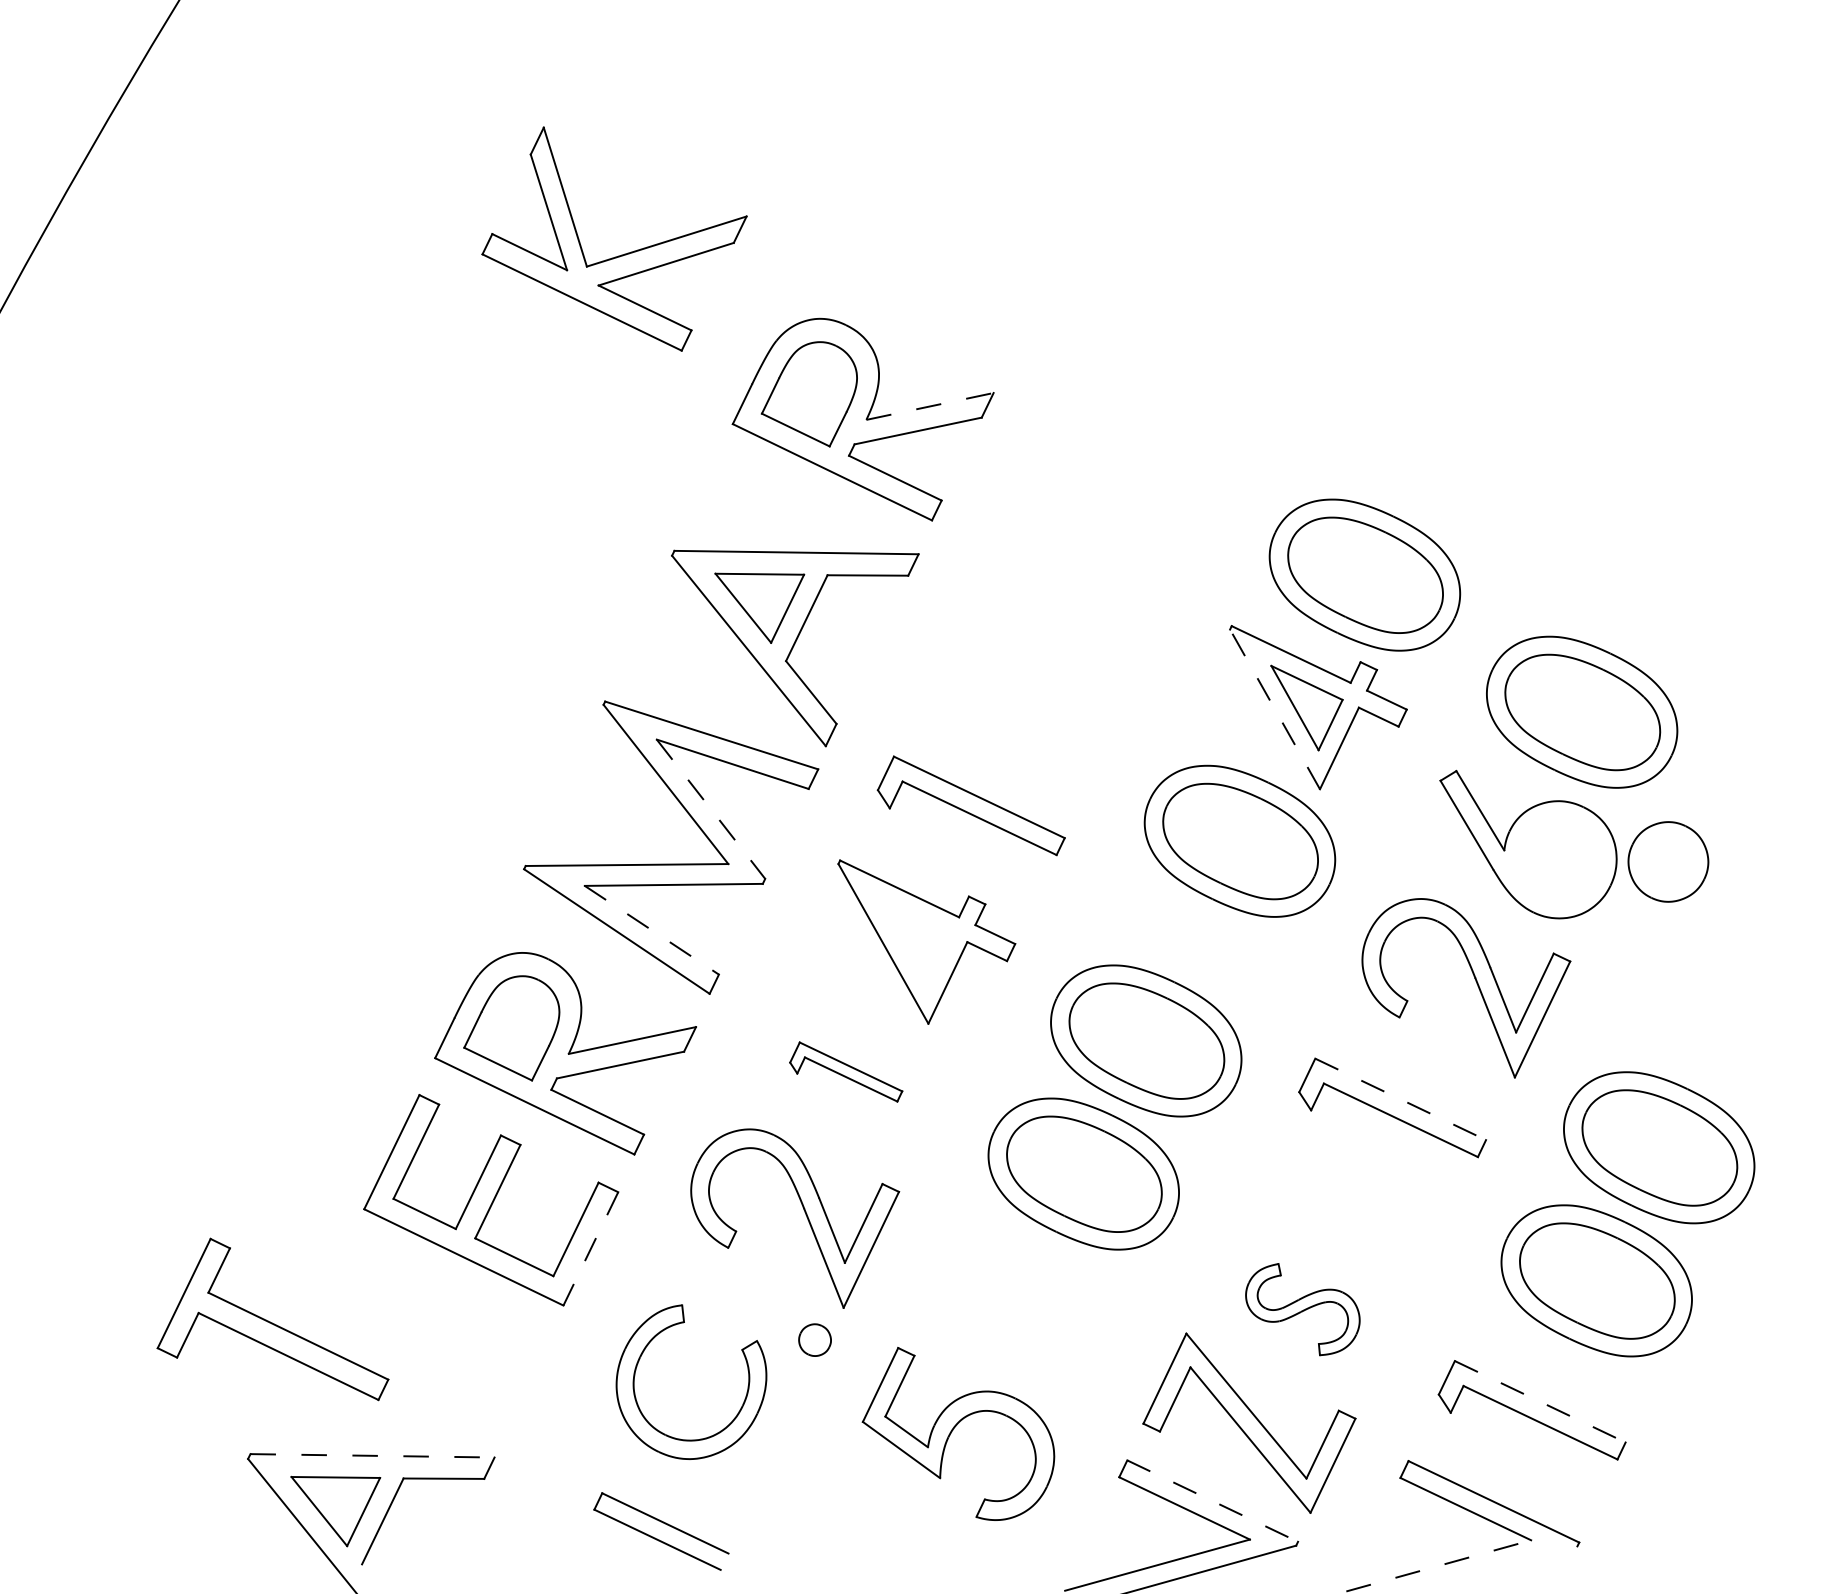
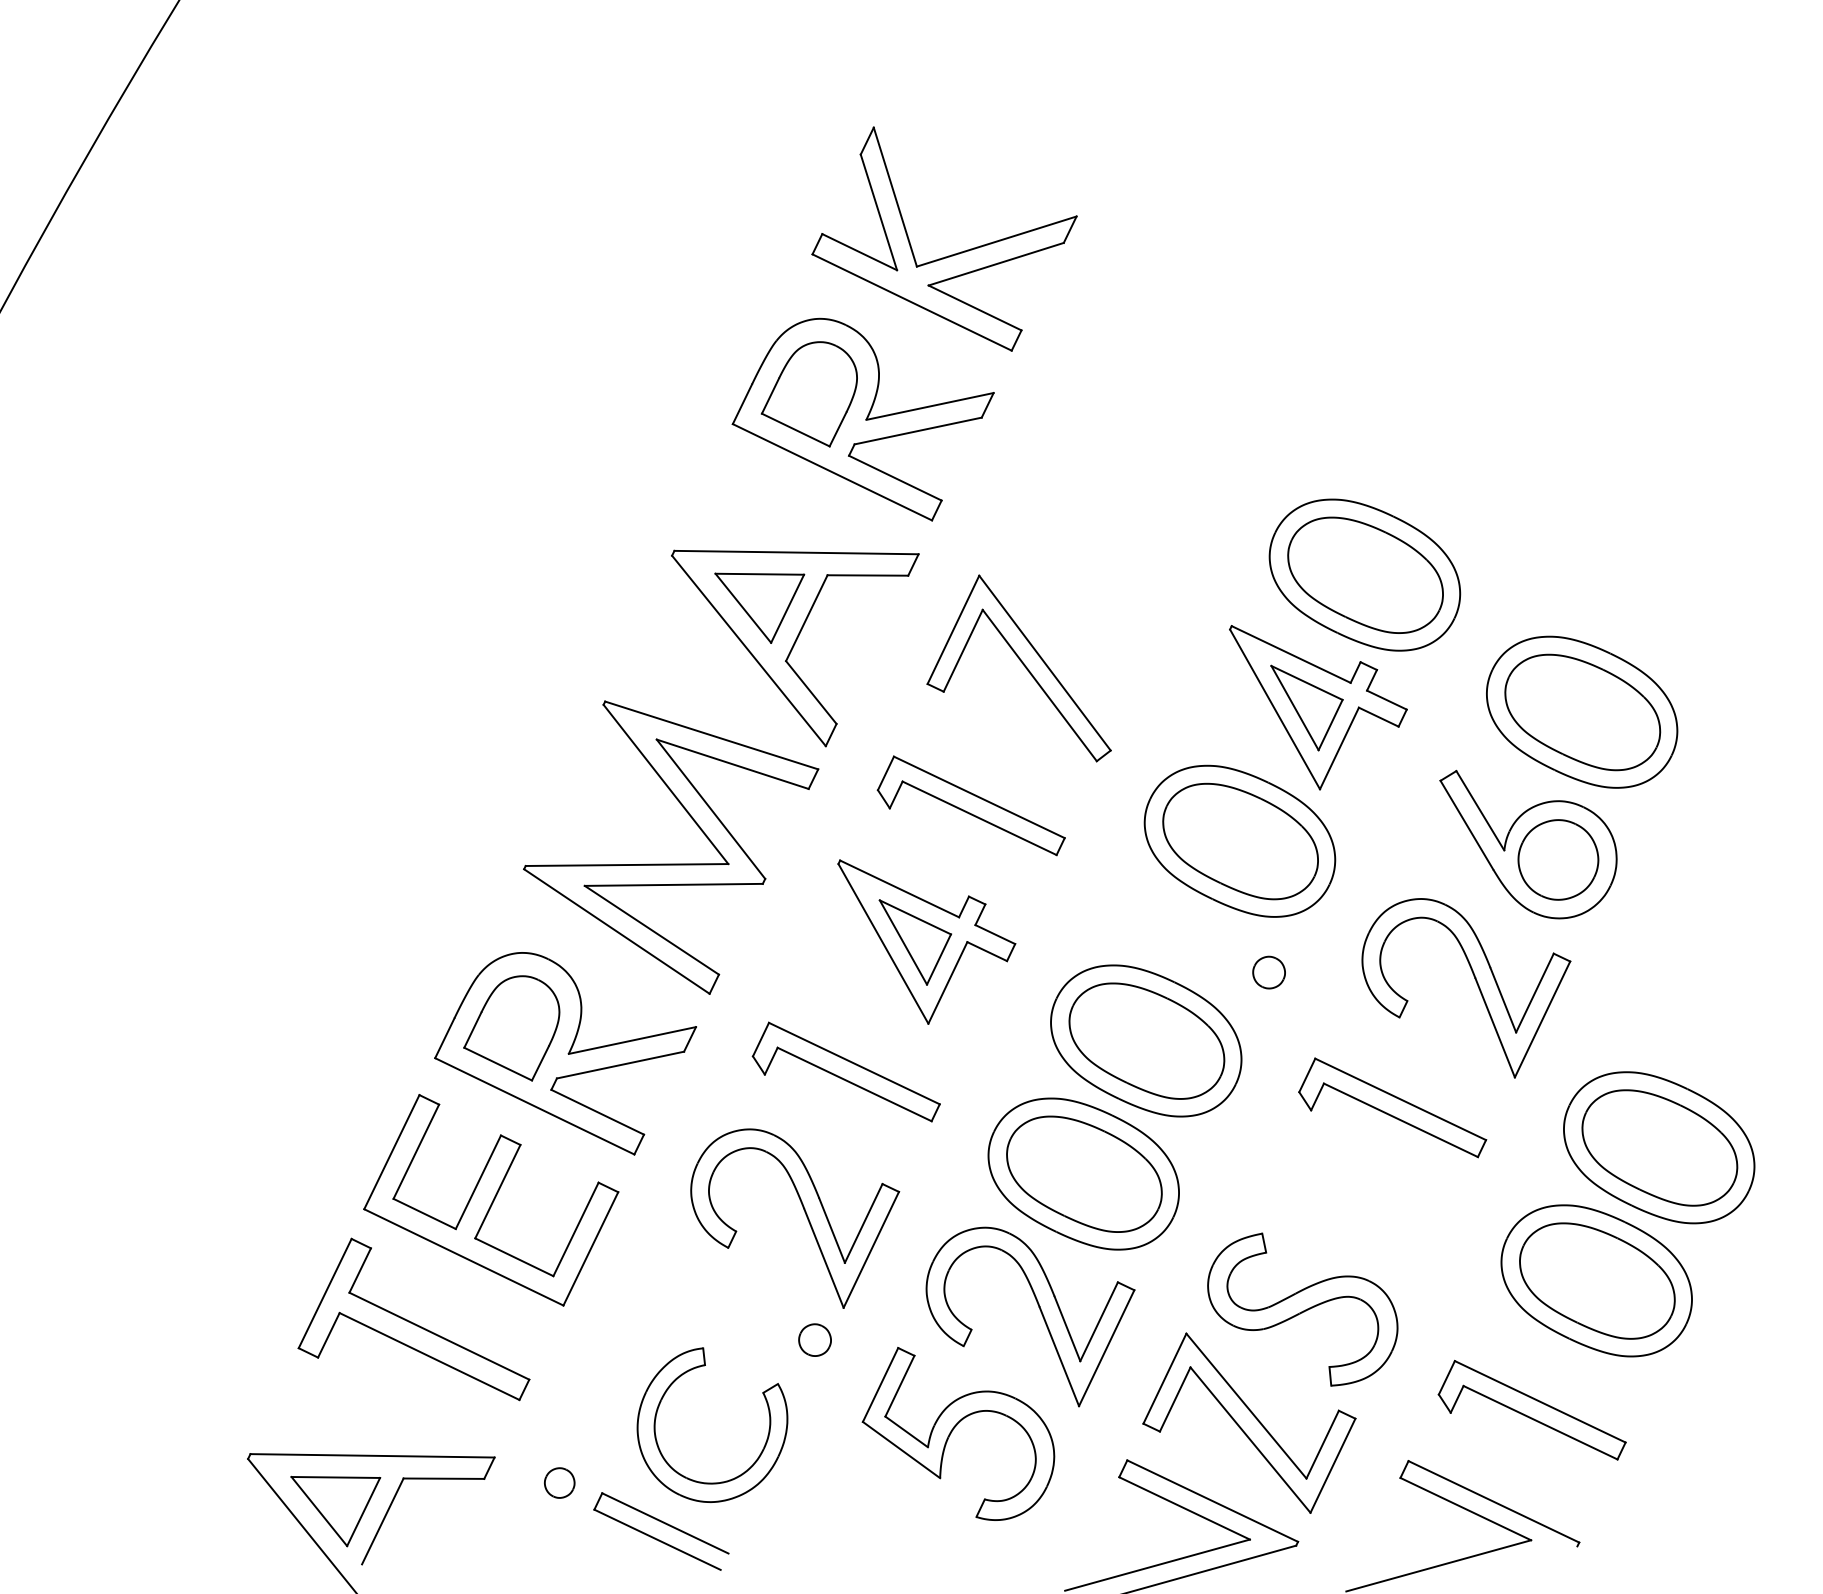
part at (621, 254) position: (621, 254) -> (951, 254)
line at (930, 406): dashed -> solid
part at (1018, 668): none -> present
line at (1275, 709): dashed -> solid
line at (711, 809): dashed -> solid
part at (1668, 861) position: (1668, 861) -> (1558, 859)
line at (652, 930): dashed -> solid
part at (915, 942): none -> present
part at (1268, 972): none -> present
part at (846, 1071) size: 115x62 px -> 190x102 px
line at (1400, 1099): dashed -> solid
line at (590, 1248): dashed -> solid
part at (1302, 1309) size: 116x94 px -> 192x155 px
part at (1040, 1312): none -> present
part at (272, 1319) position: (272, 1319) -> (413, 1319)
line at (1540, 1401): dashed -> solid
part at (740, 1407) position: (740, 1407) -> (761, 1450)
line at (373, 1455): dashed -> solid
part at (559, 1482): none -> present
line at (1212, 1501): dashed -> solid
line at (1438, 1565): dashed -> solid
